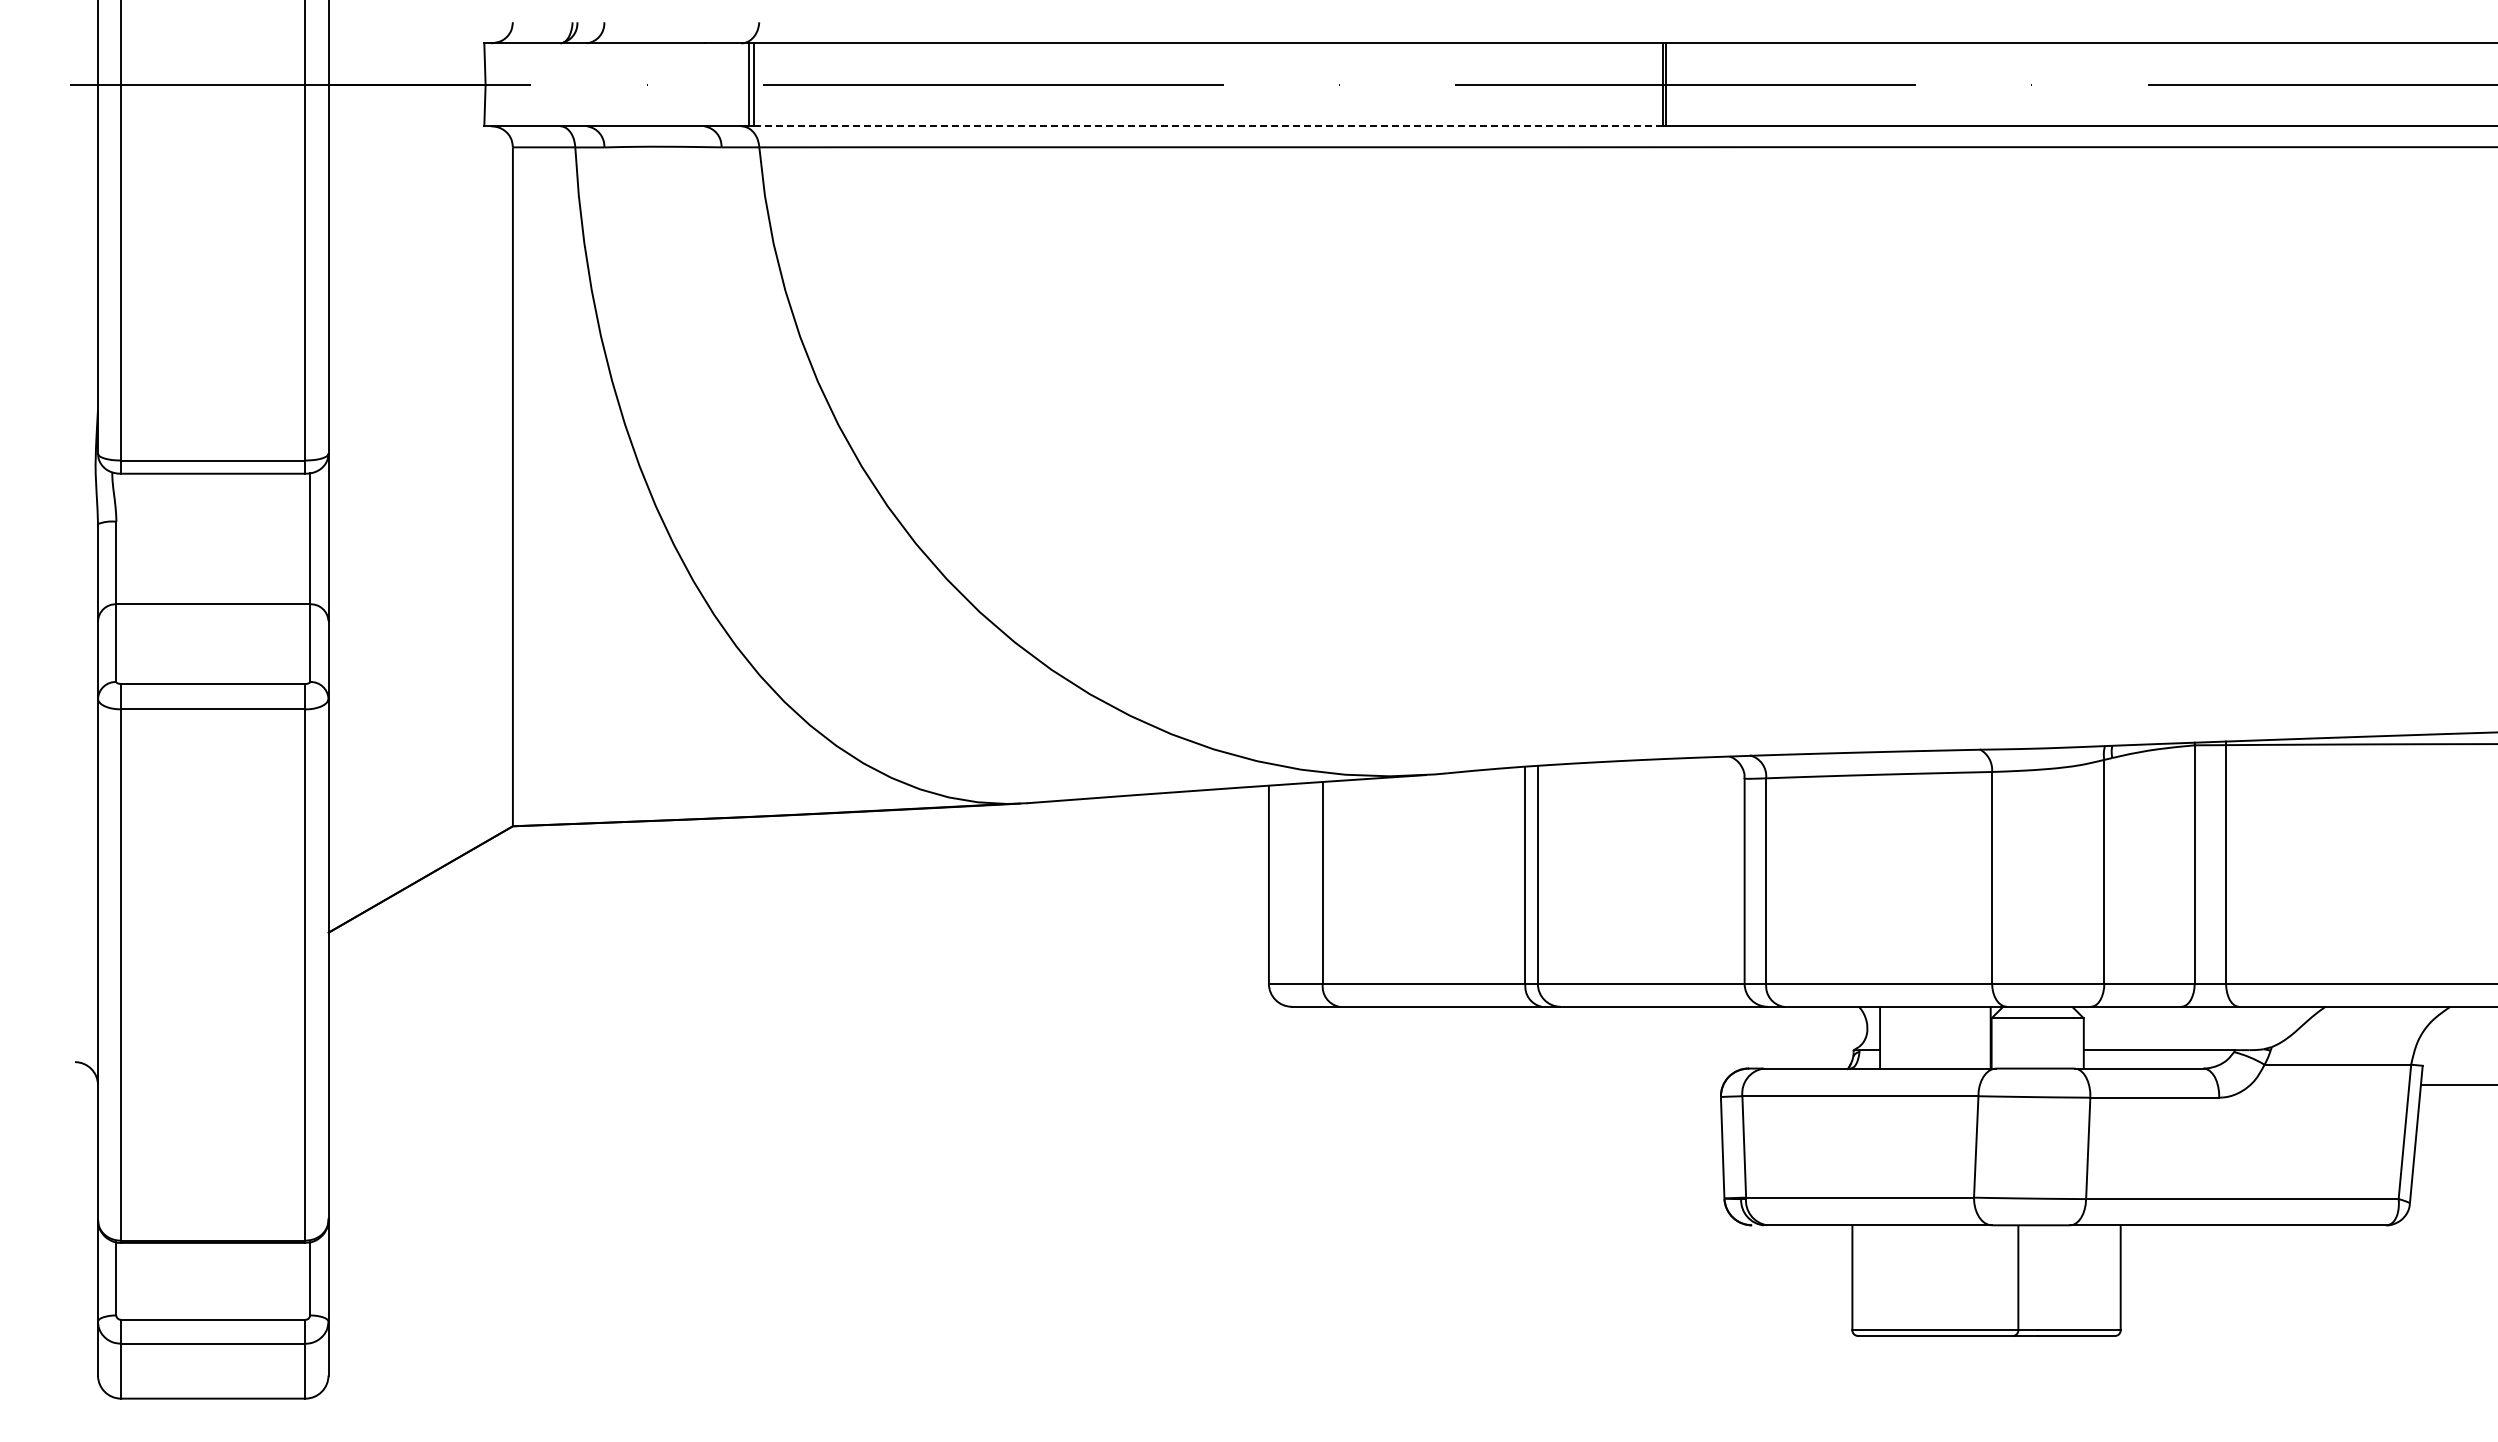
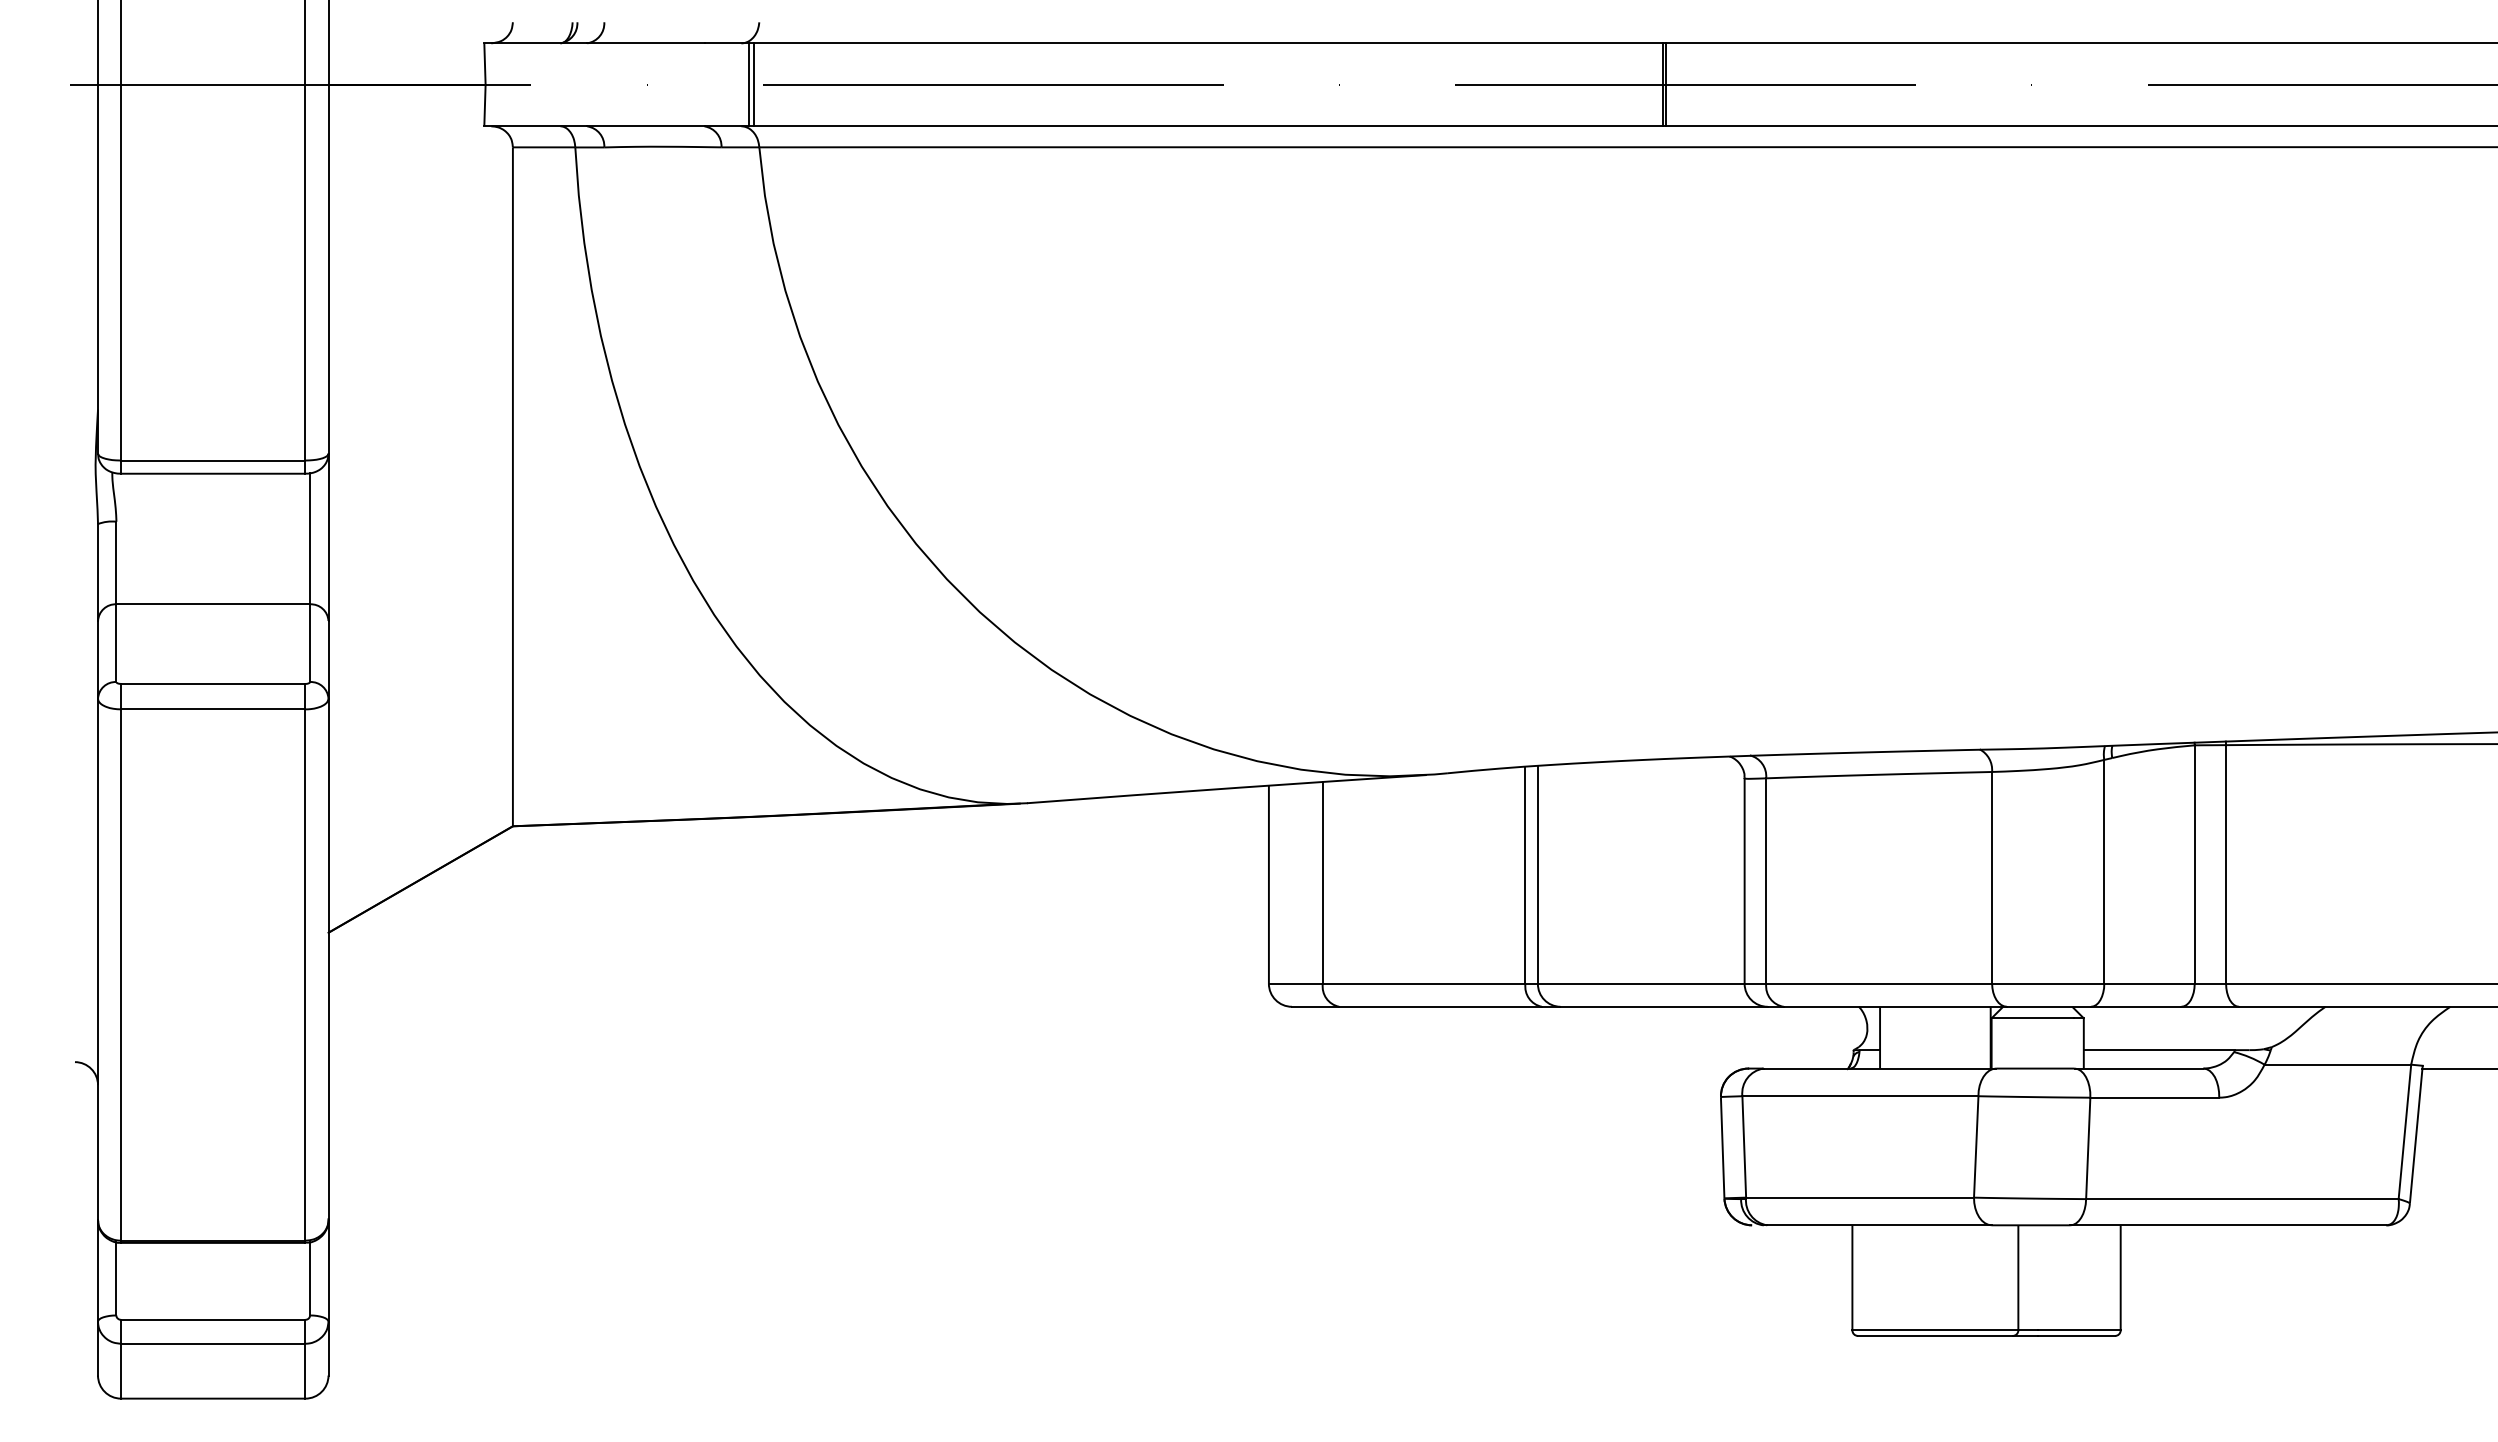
line at (1208, 126): dashed -> solid
line at (2458, 1084) position: (2458, 1084) -> (2458, 1068)
